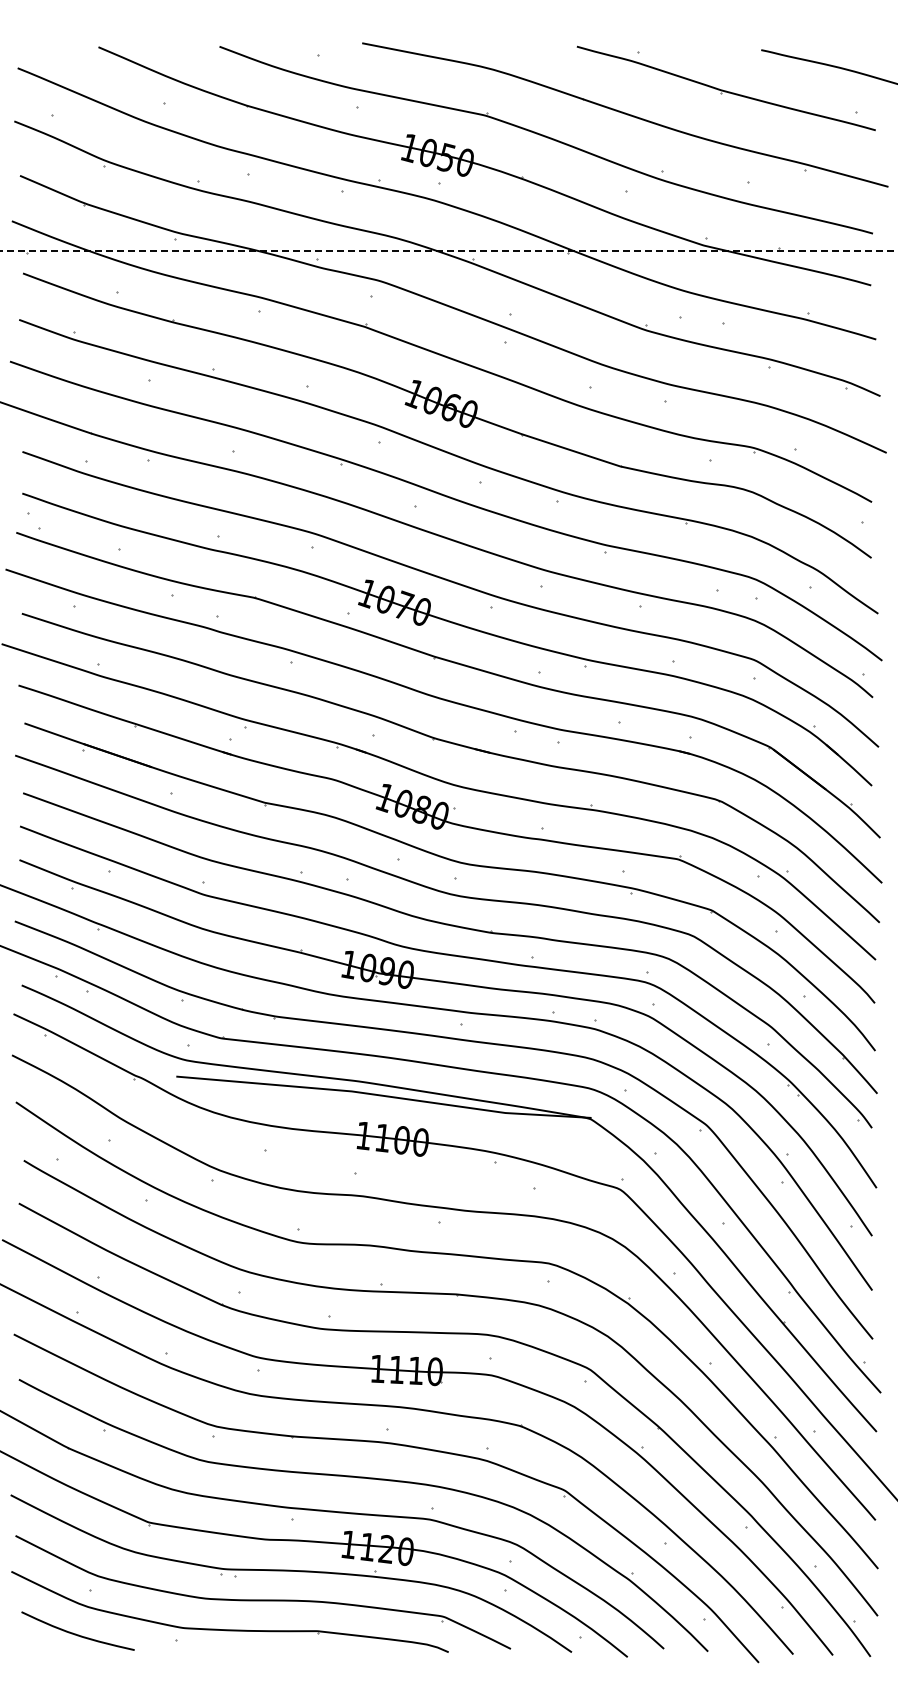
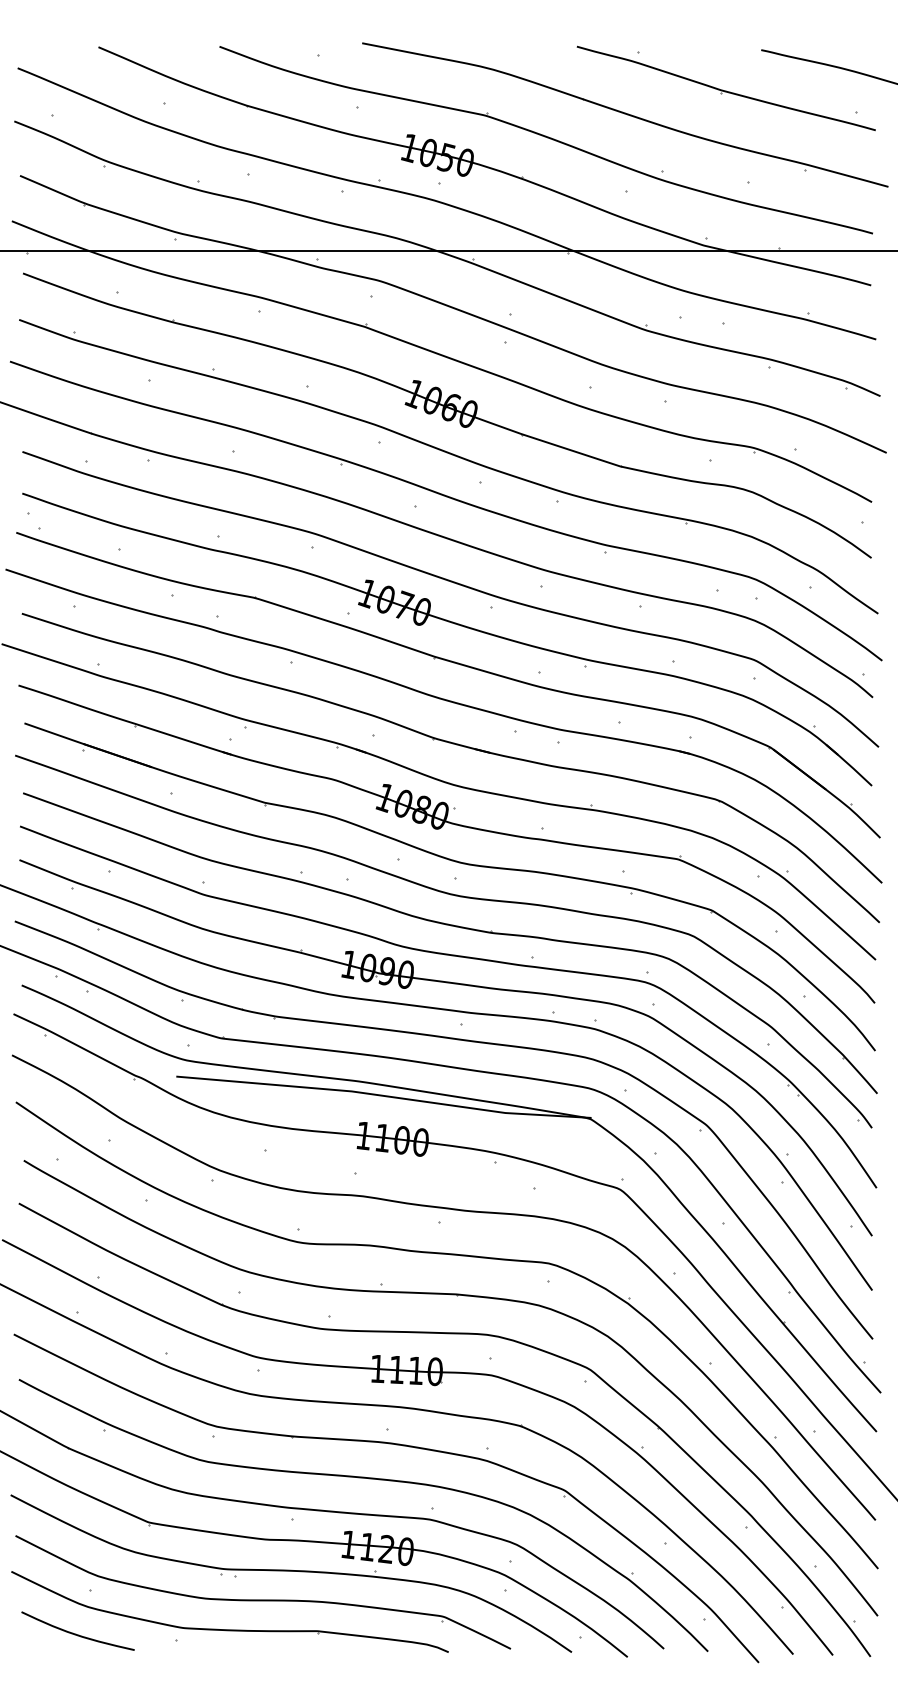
line at (448, 250): dashed -> solid
